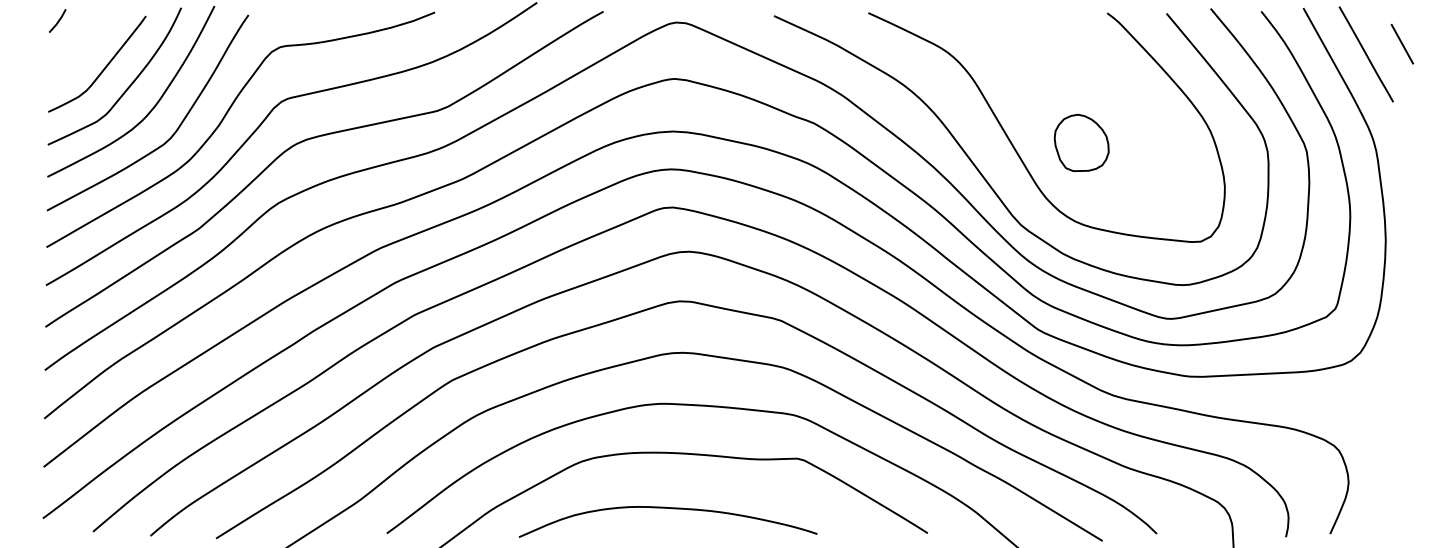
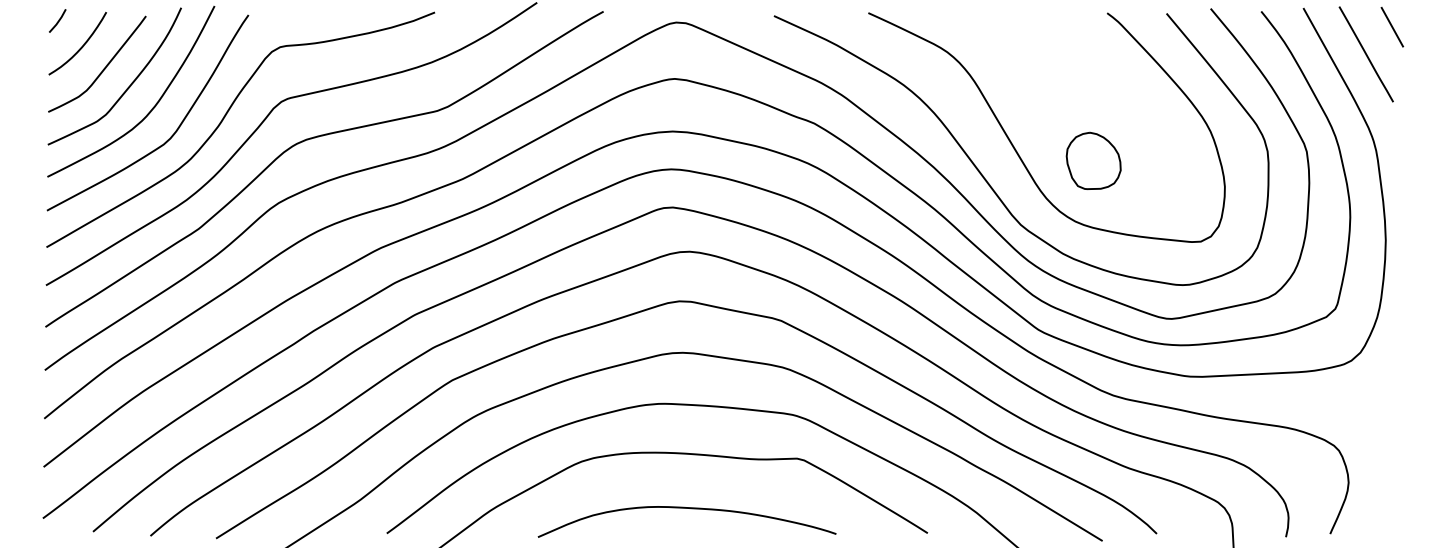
line at (1402, 44) position: (1402, 44) -> (1392, 27)
curve at (81, 46): none -> present
part at (1081, 142) position: (1081, 142) -> (1093, 160)
curve at (667, 508) position: (667, 508) -> (686, 508)
